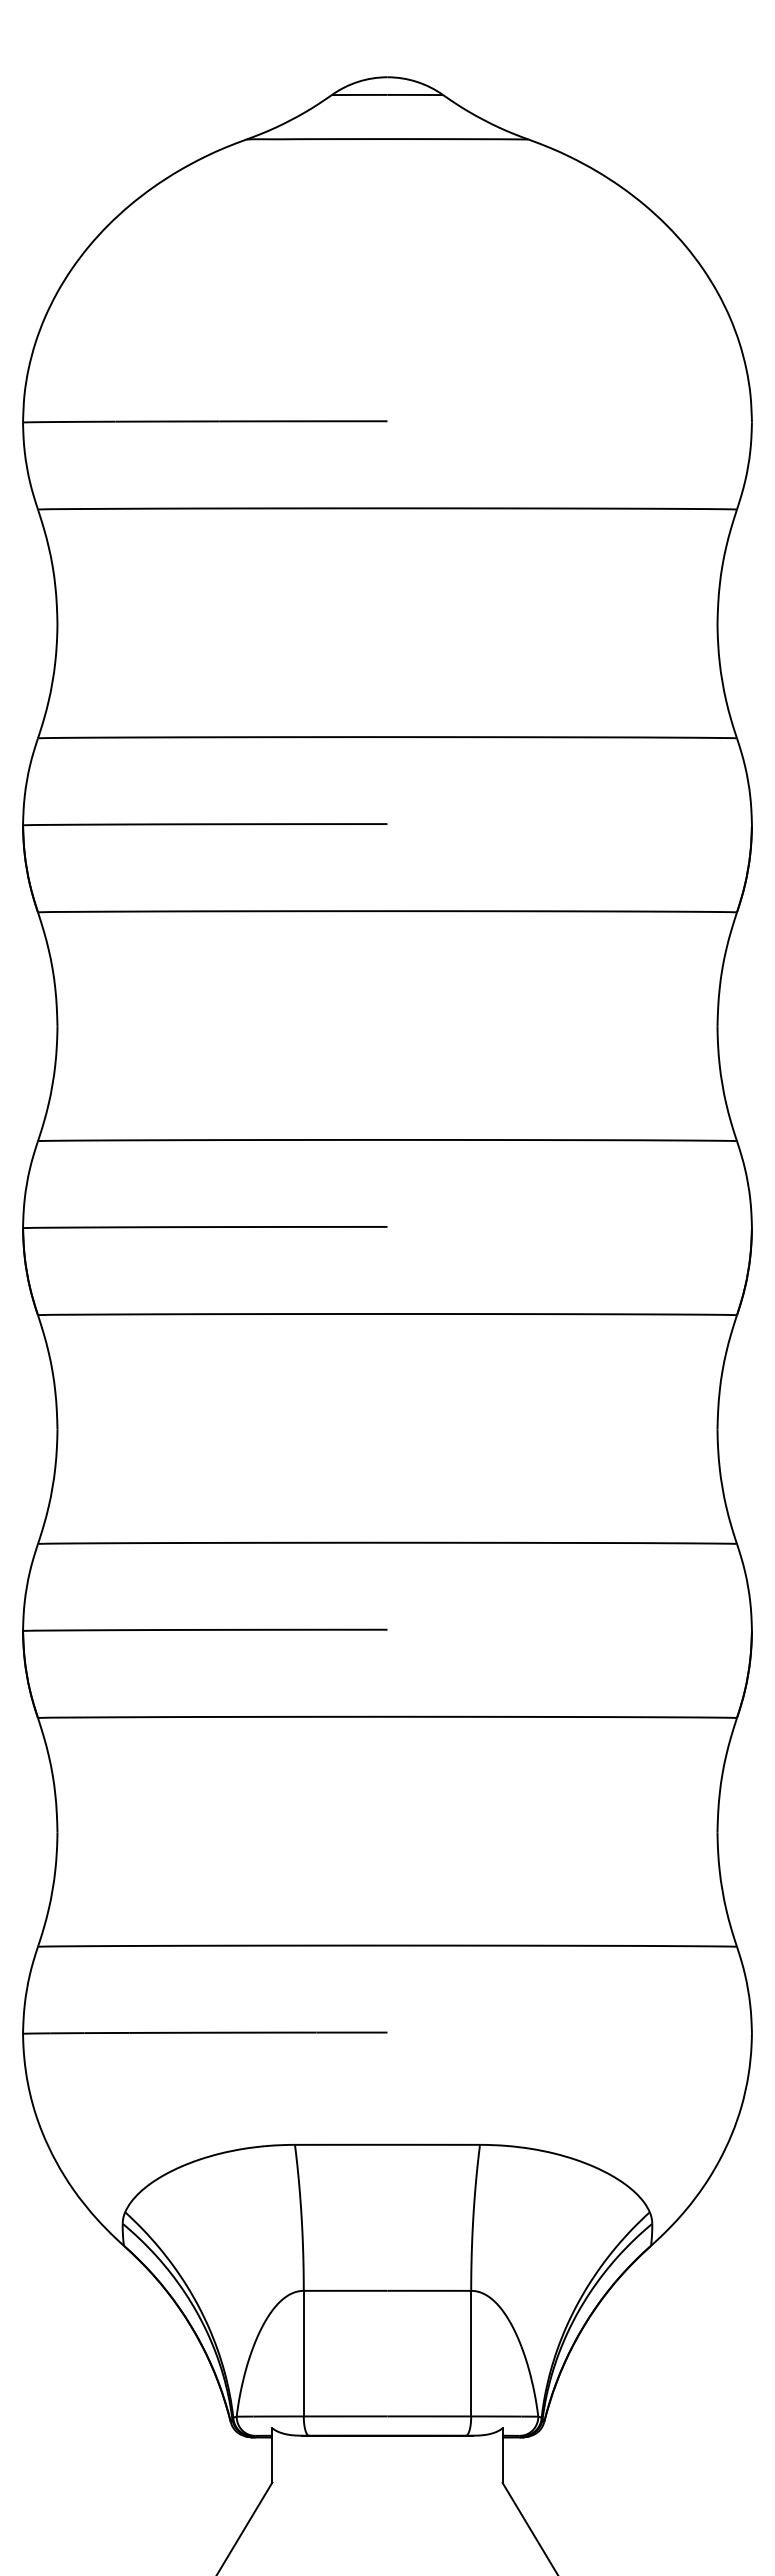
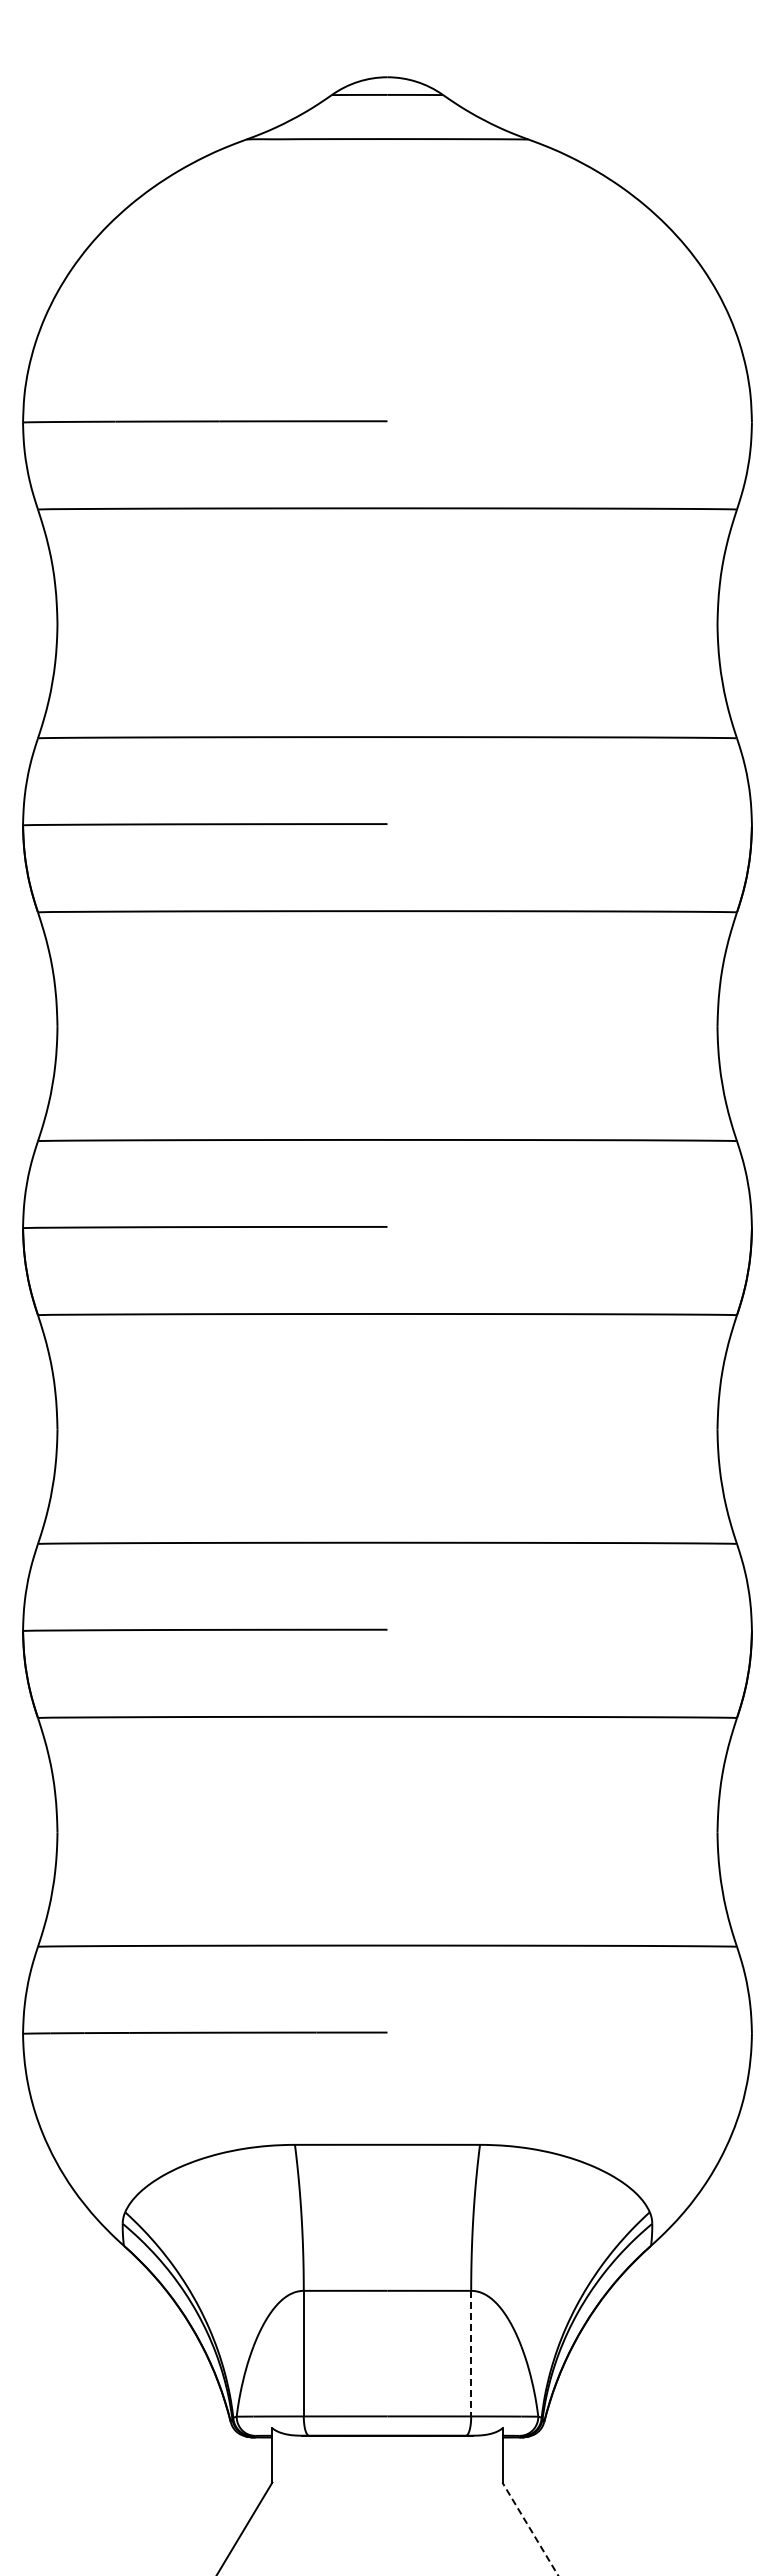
line at (471, 2353): solid -> dashed
line at (530, 2529): solid -> dashed
